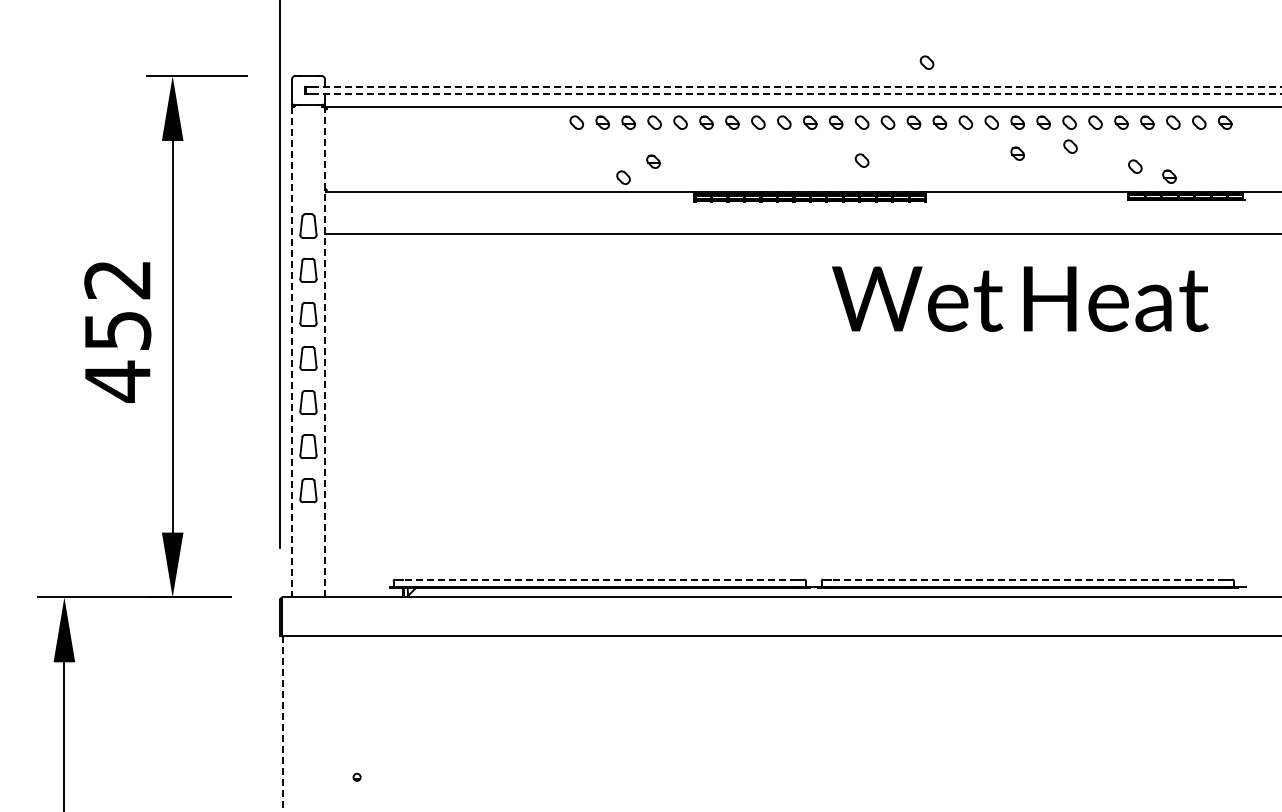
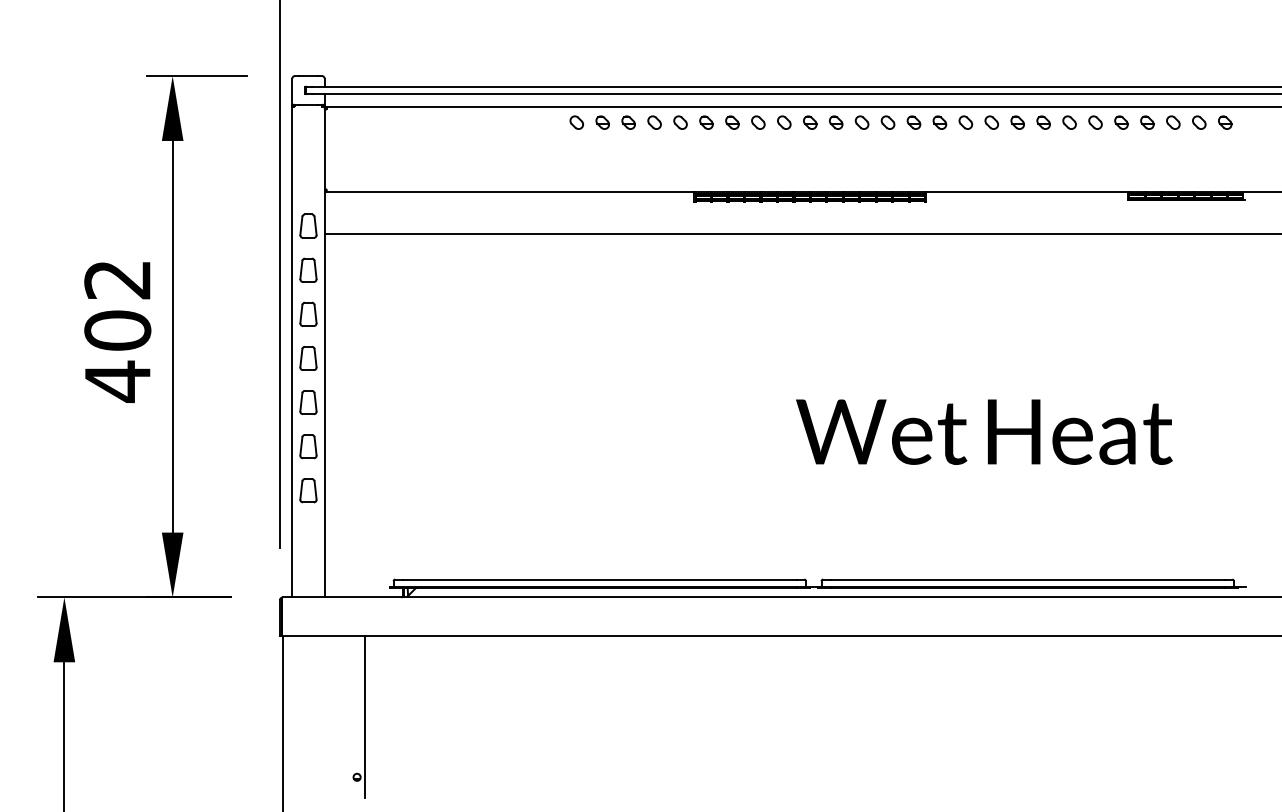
part at (926, 62): present -> none
line at (796, 86): dashed -> solid
line at (797, 94): dashed -> solid
part at (1070, 146): present -> none
part at (1017, 153): present -> none
part at (861, 160): present -> none
part at (653, 161): present -> none
part at (1135, 166): present -> none
part at (1169, 176): present -> none
part at (623, 177): present -> none
text at (1020, 298) position: (1020, 298) -> (984, 431)
text at (117, 330): 452 -> 402
line at (324, 351): dashed -> solid
line at (292, 352): dashed -> solid
line at (599, 579): dashed -> solid
line at (1027, 579): dashed -> solid
line at (364, 717): none -> present
line at (283, 724): dashed -> solid
